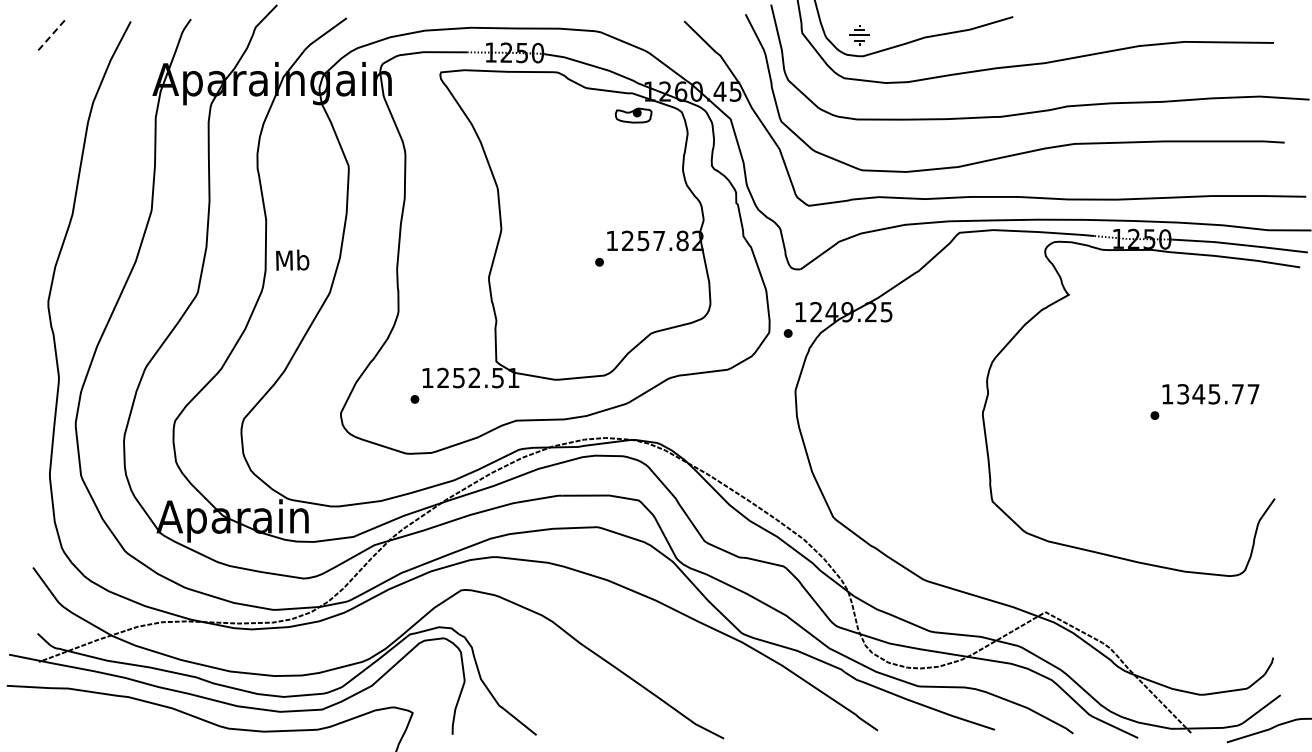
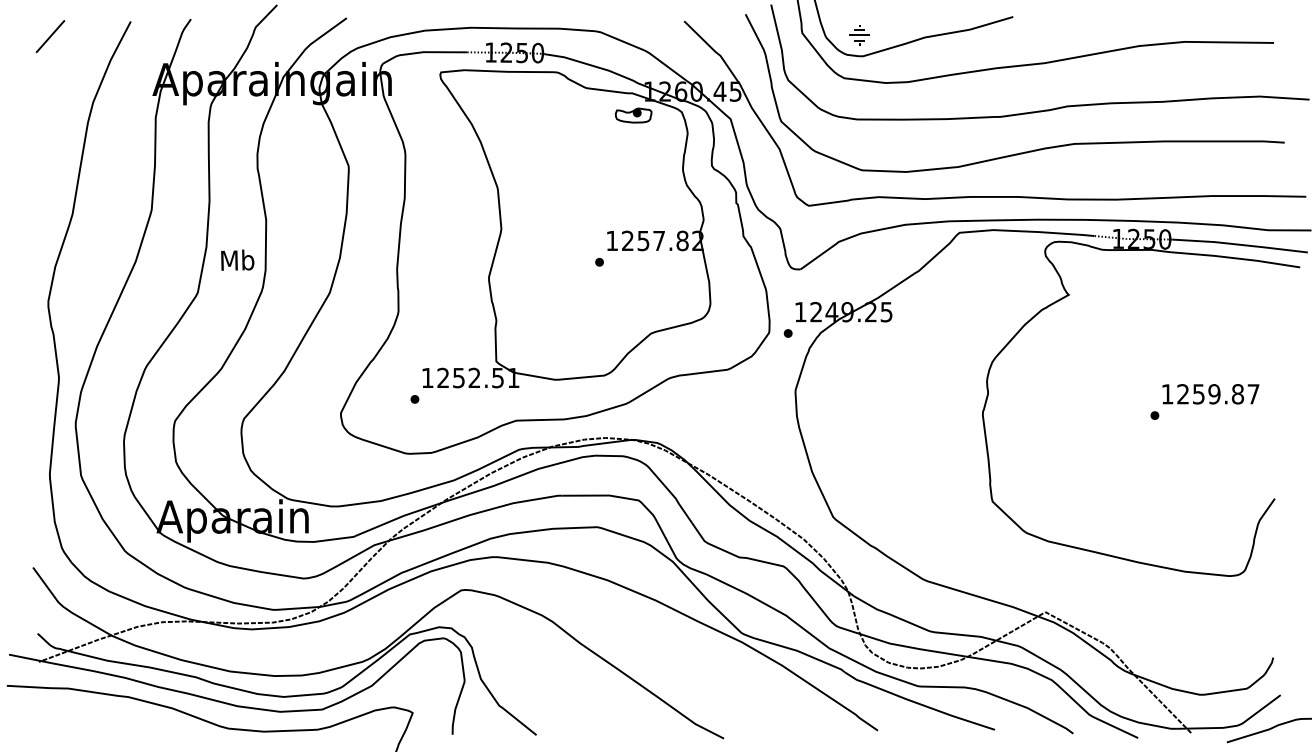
line at (50, 36): dashed -> solid
text at (292, 259) position: (292, 259) -> (237, 259)
text at (1210, 394): 1345.77 -> 1259.87
